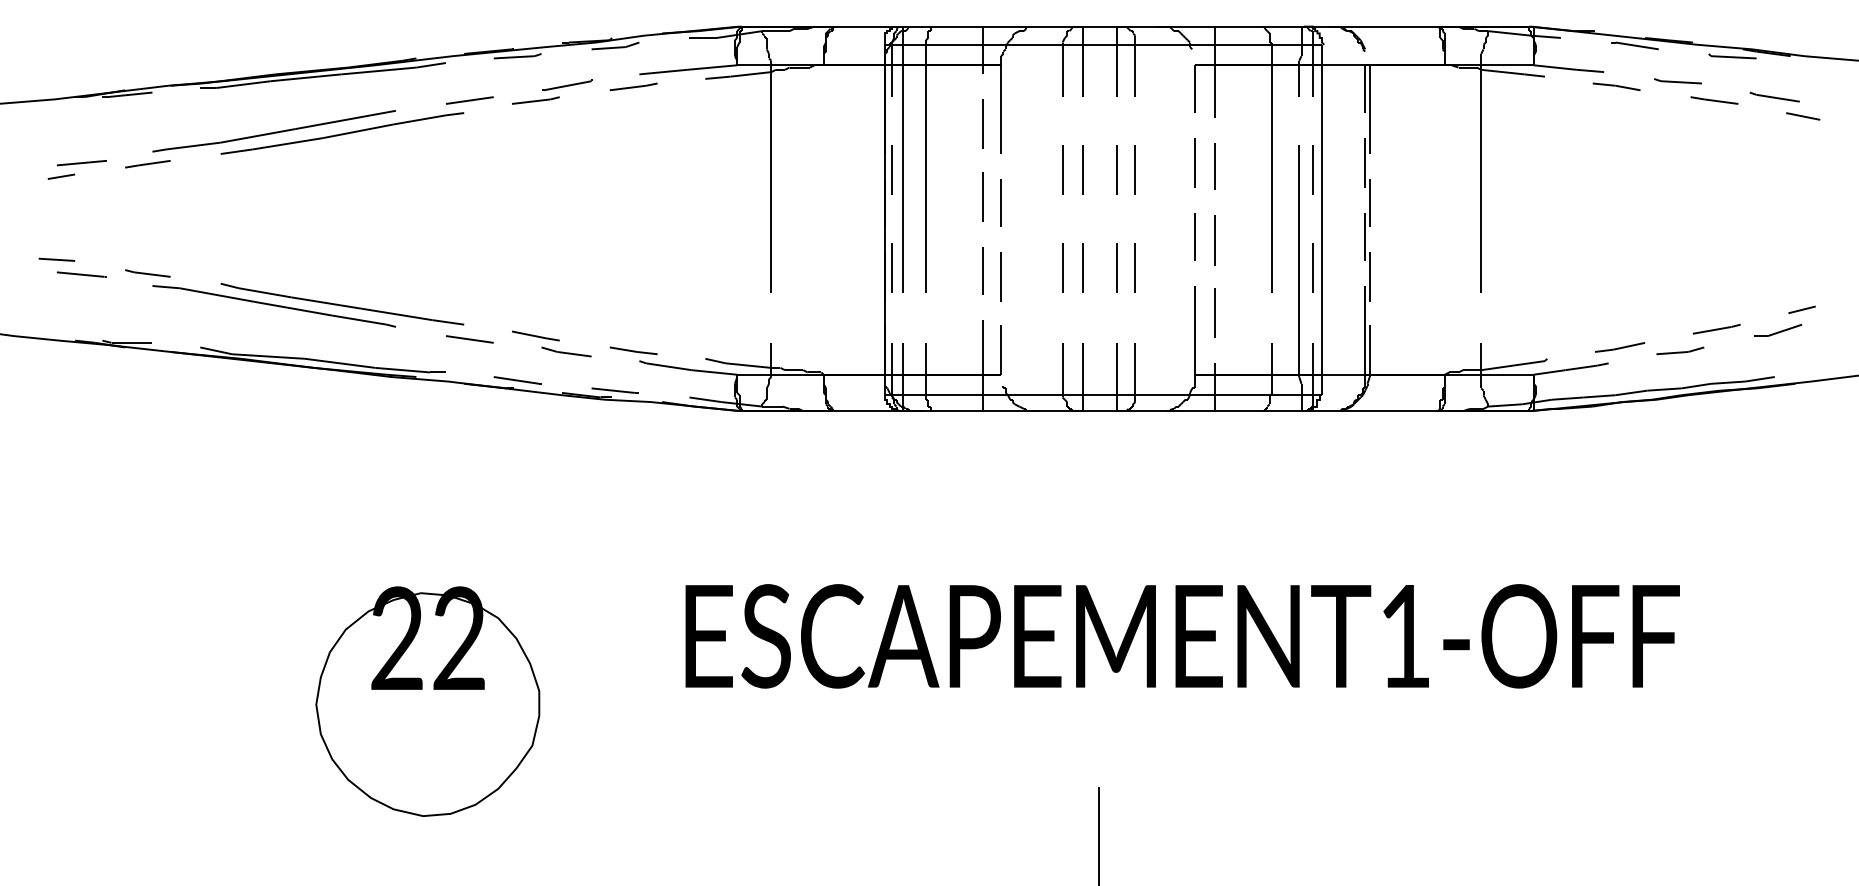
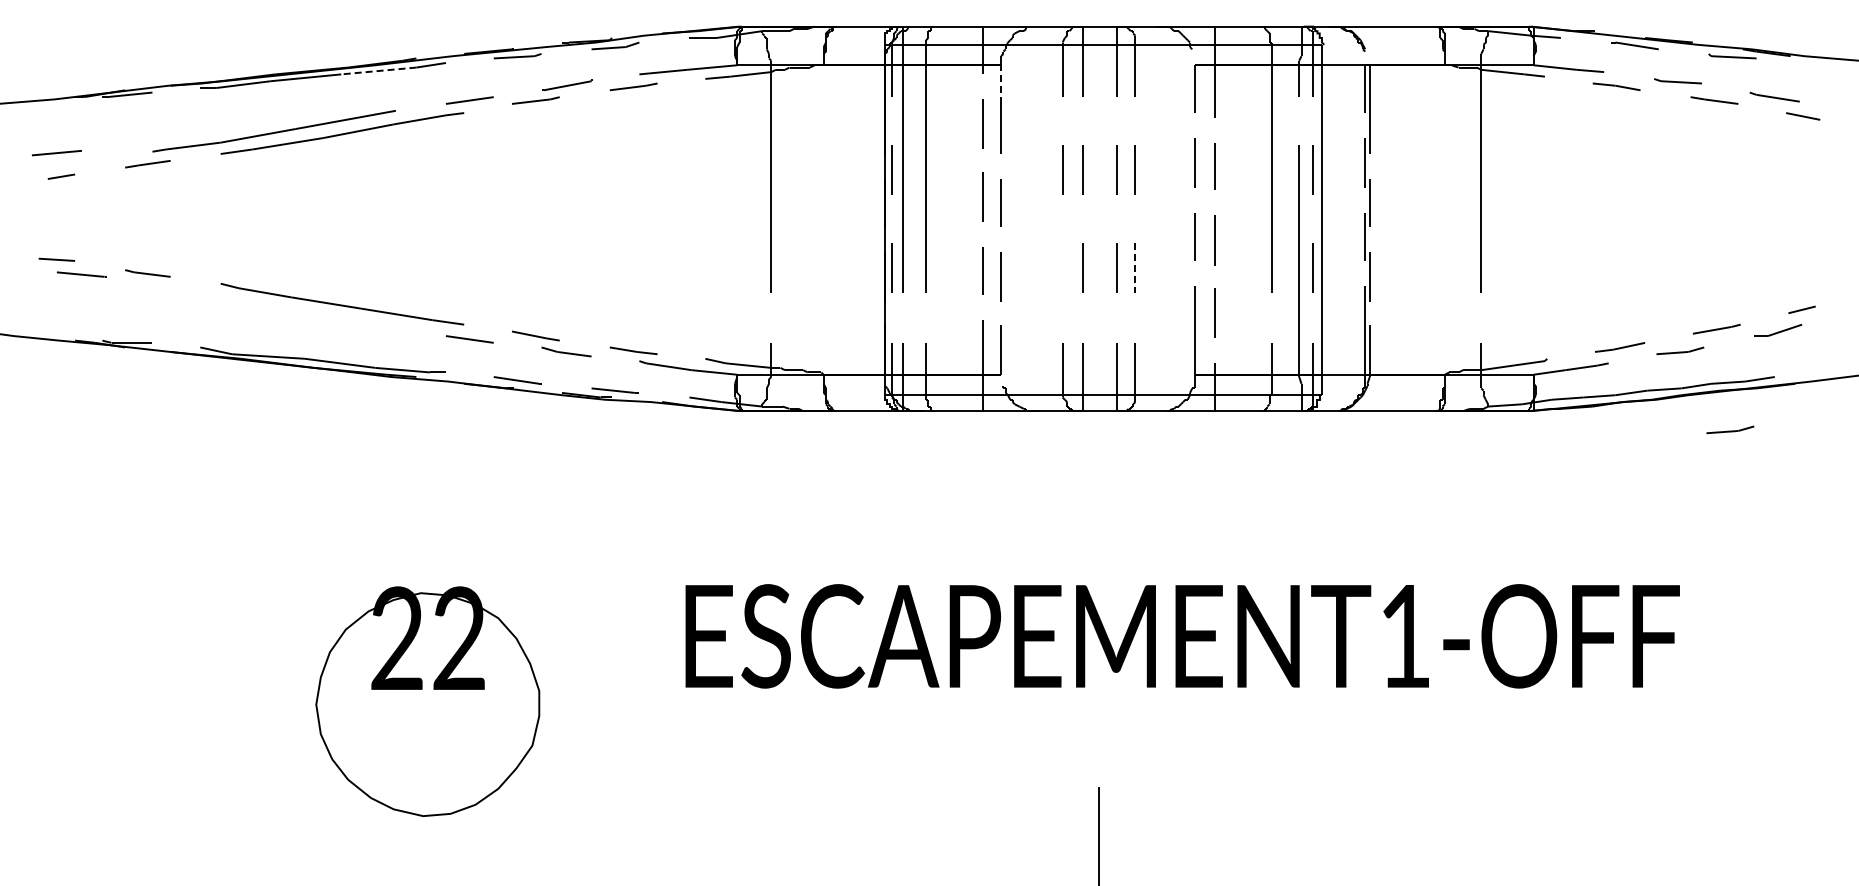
line at (378, 70): solid -> dashed
line at (1001, 84): solid -> dashed
line at (81, 163) position: (81, 163) -> (56, 153)
line at (1062, 267): present -> none
line at (1135, 268): solid -> dashed
part at (273, 306): present -> none
part at (1730, 429): none -> present
